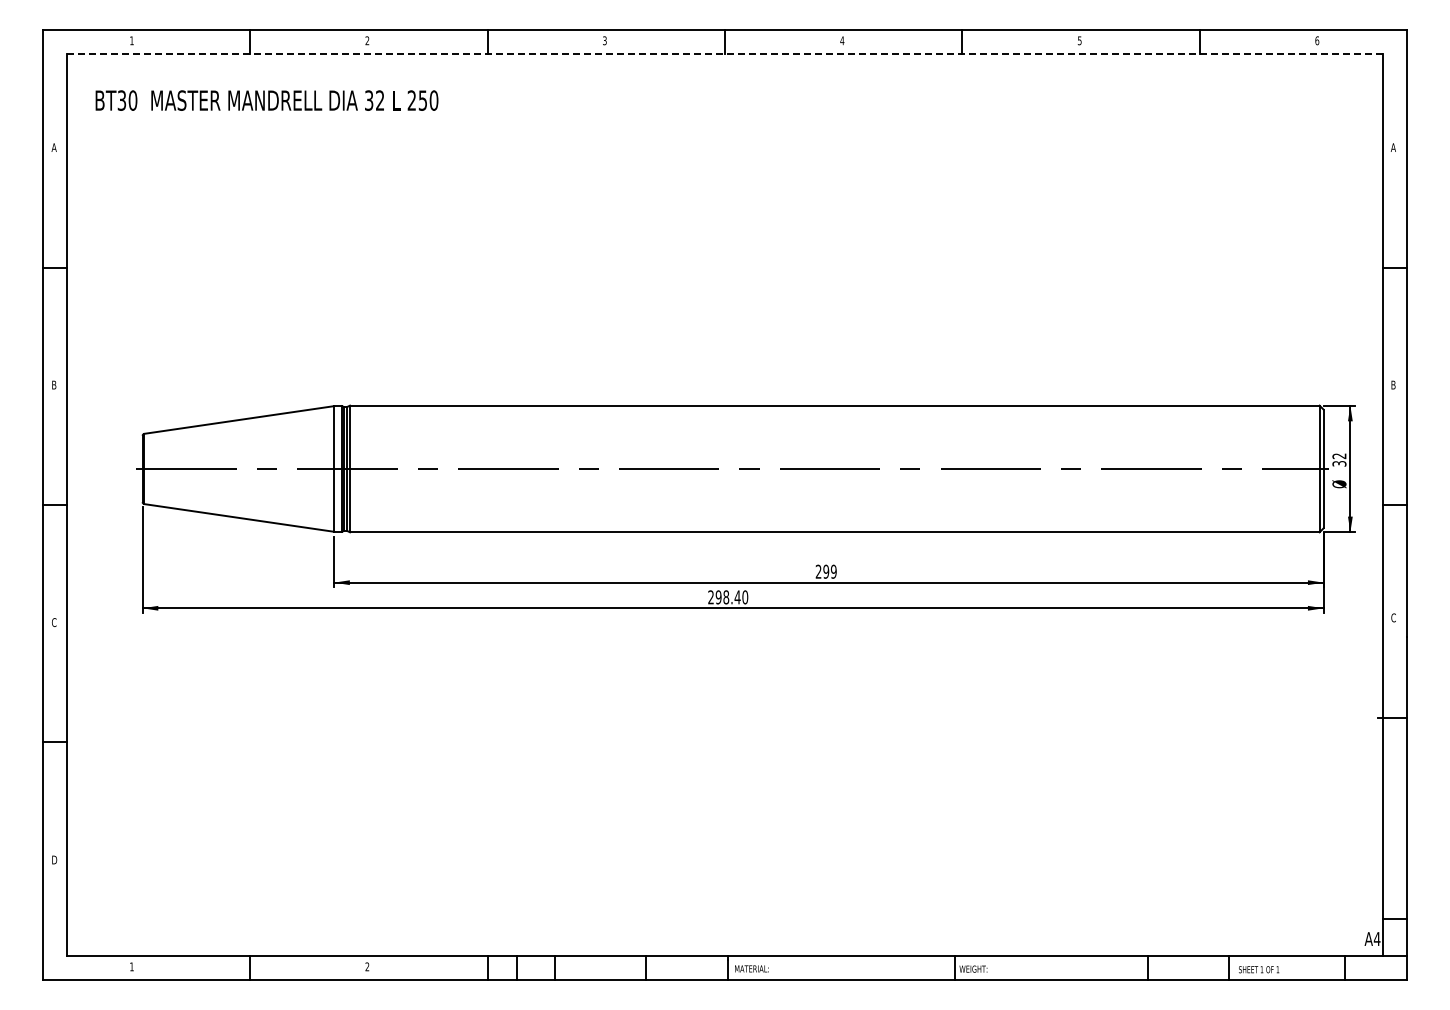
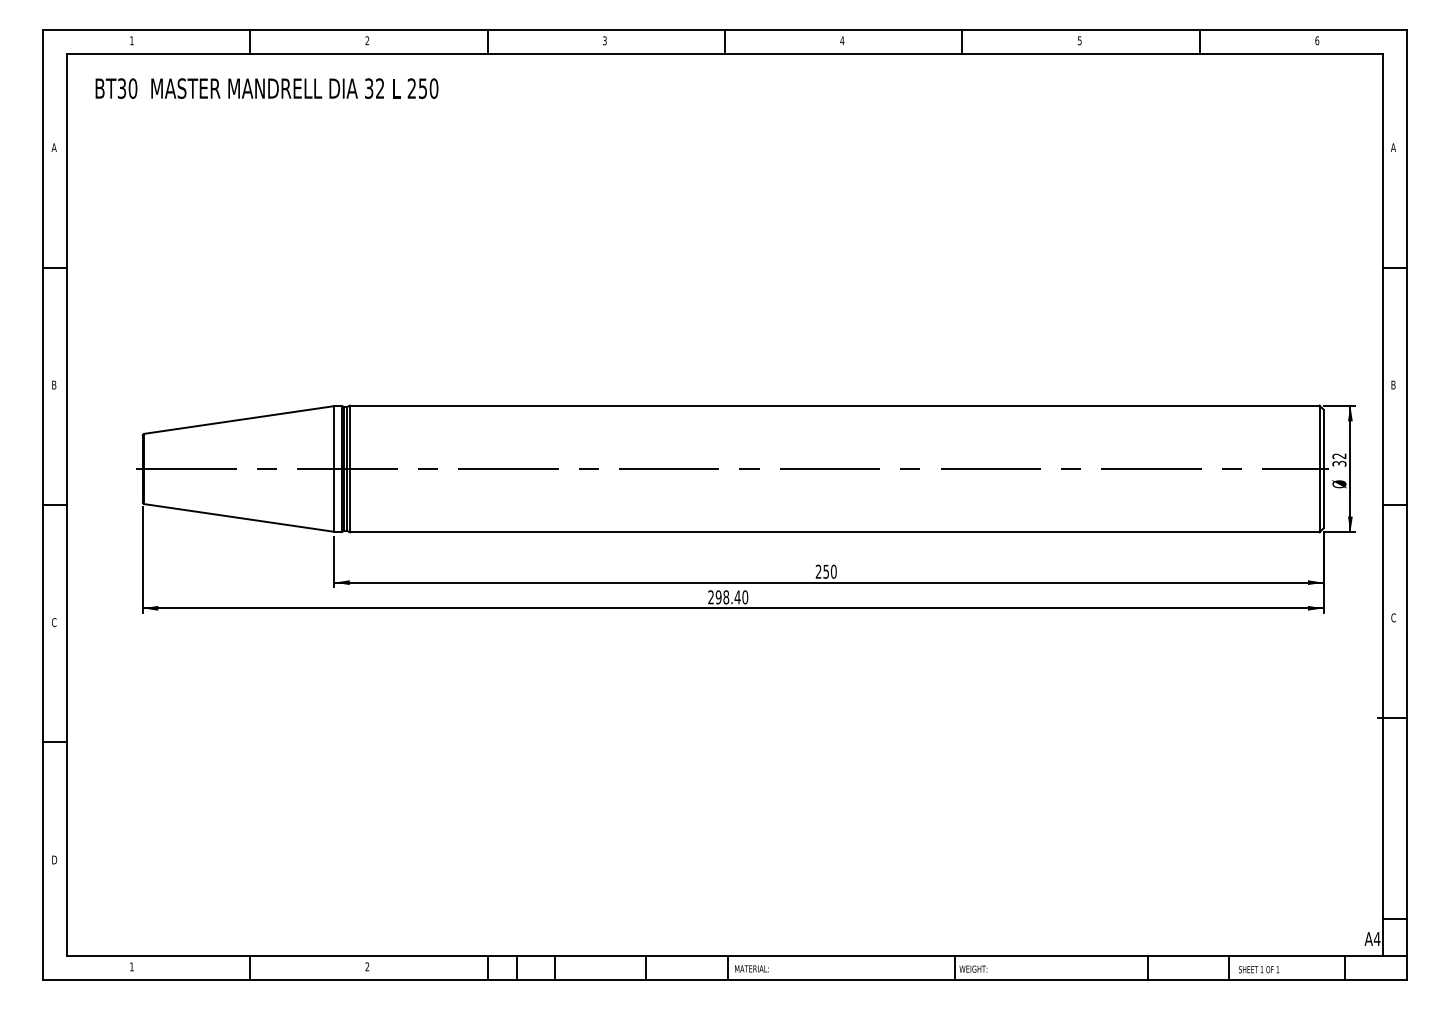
line at (724, 53): dashed -> solid
text at (266, 100) position: (266, 100) -> (266, 88)
text at (829, 571): 299 -> 250
